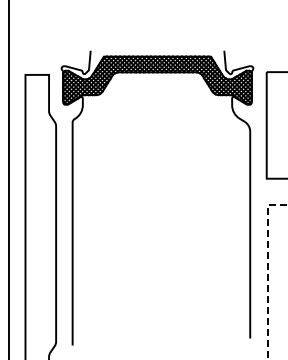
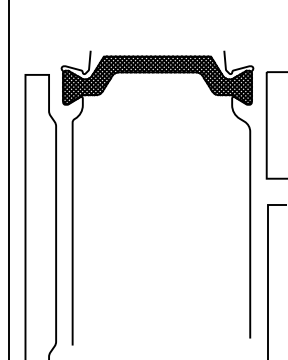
line at (267, 271): dashed -> solid
